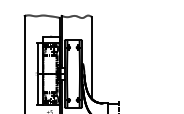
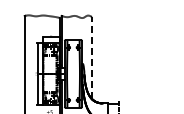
line at (91, 57): solid -> dashed
